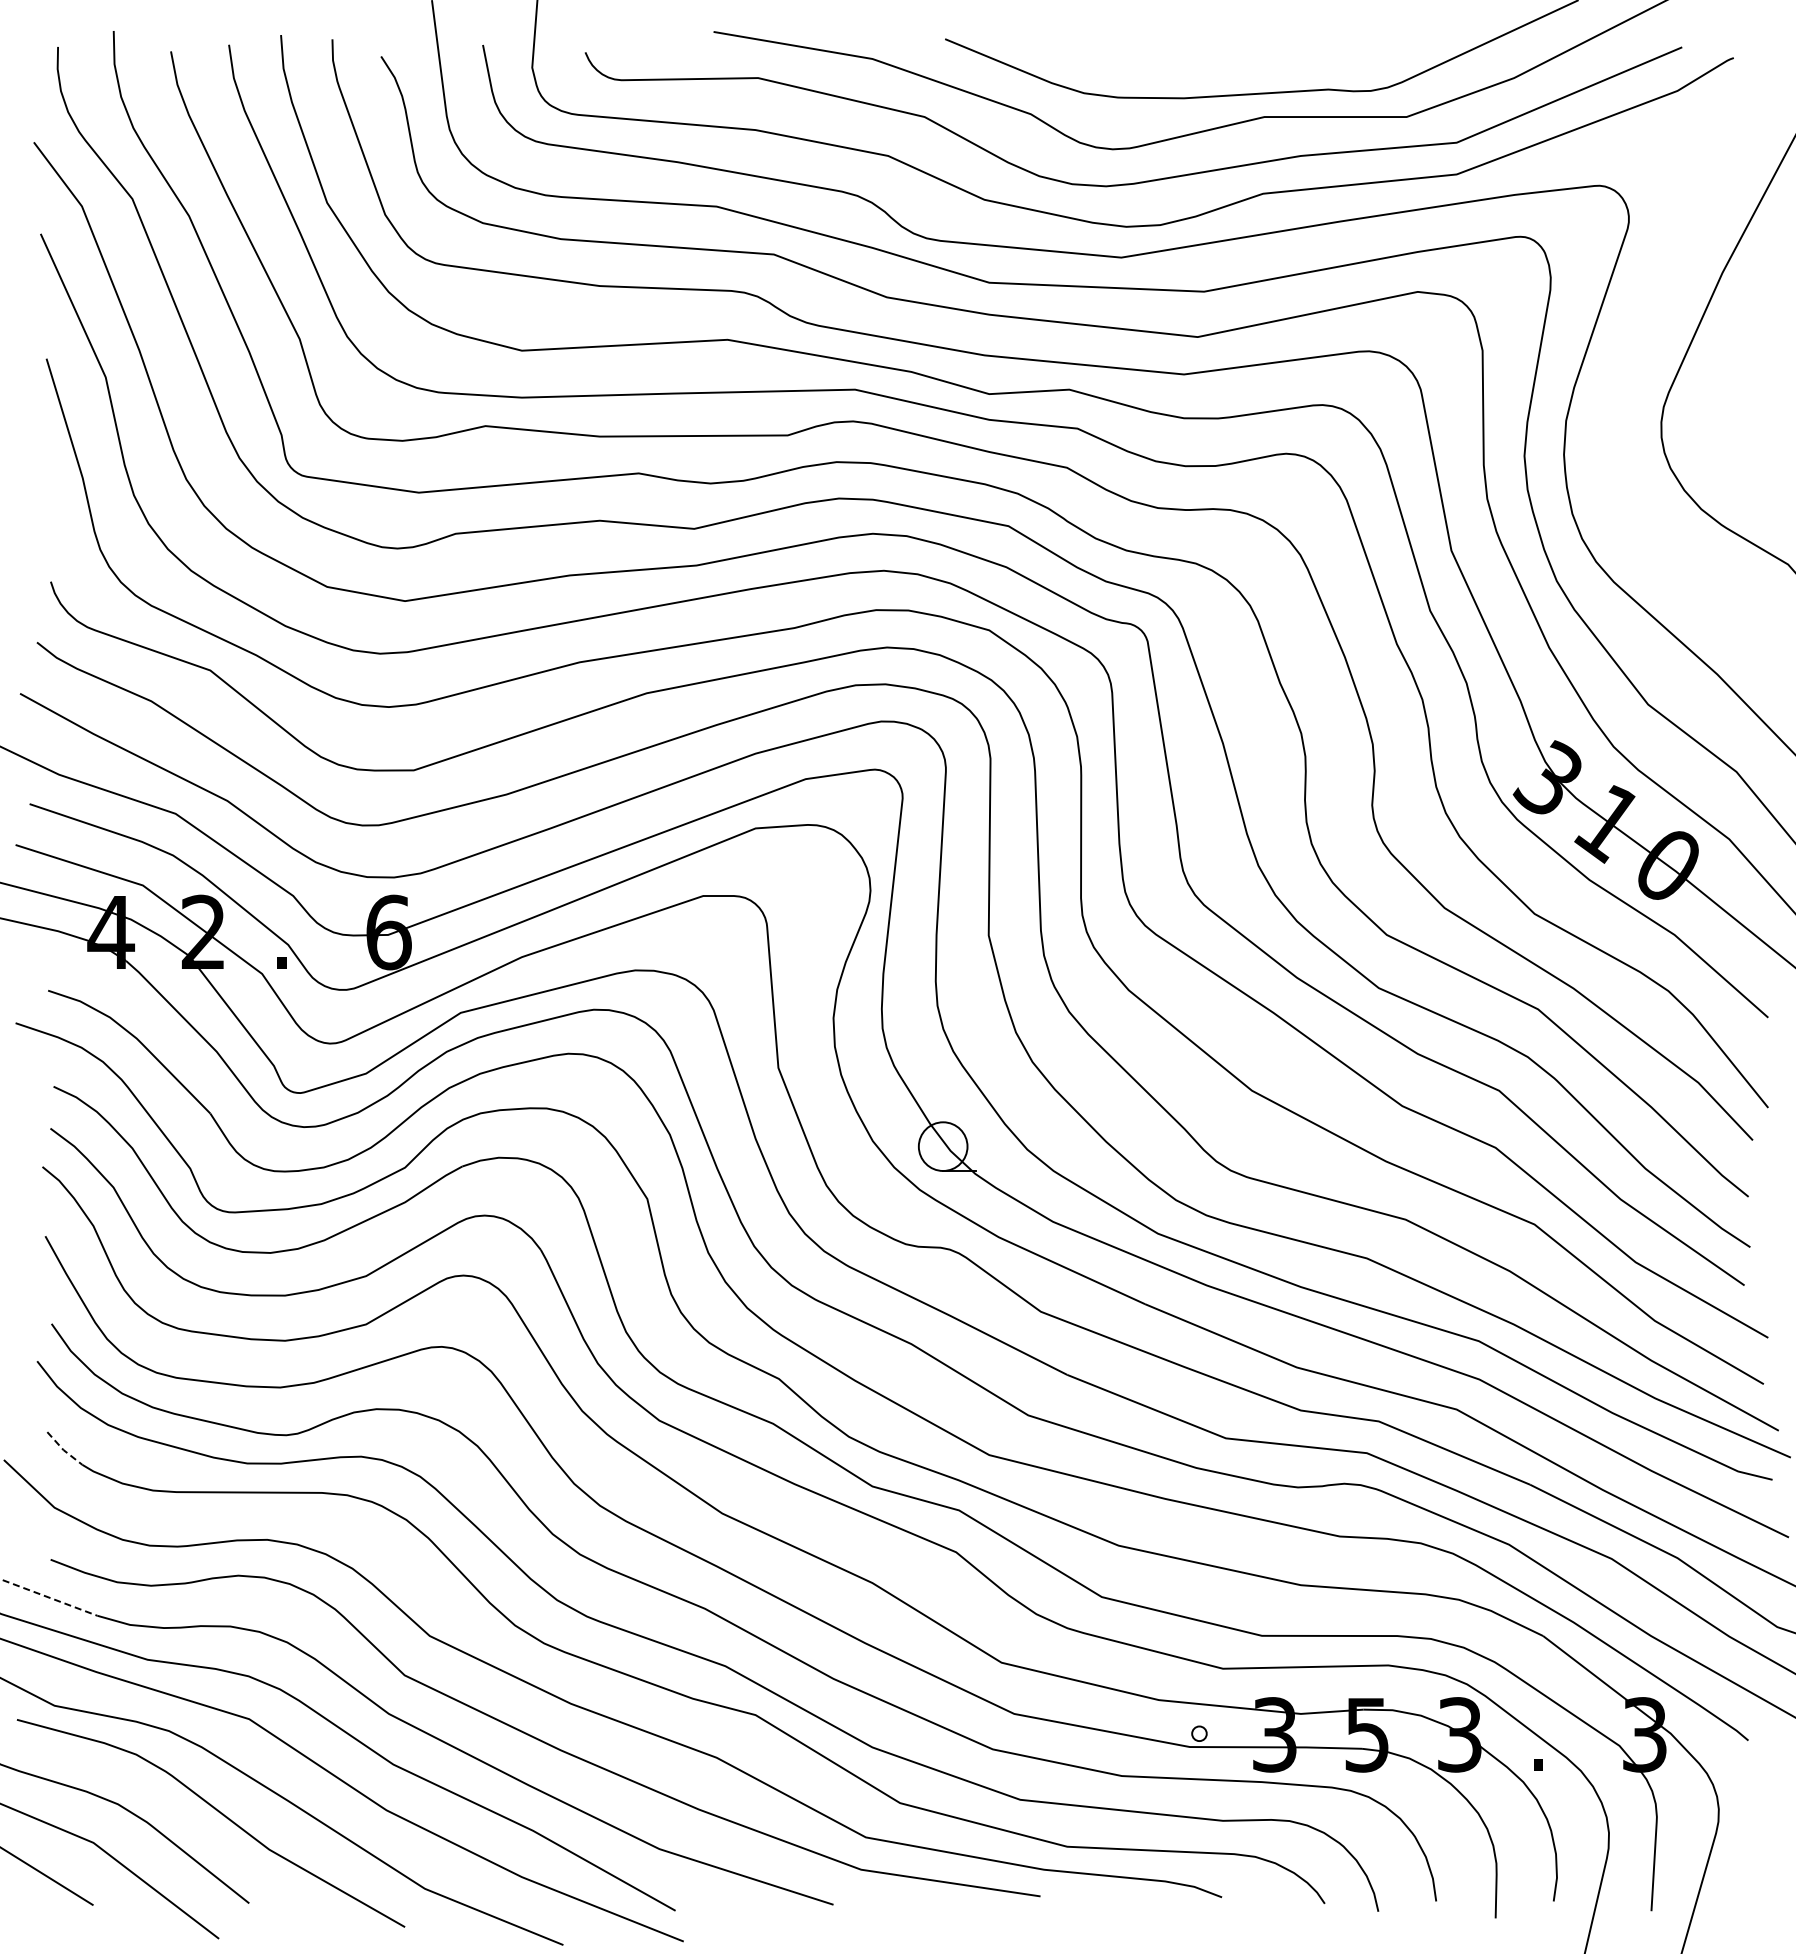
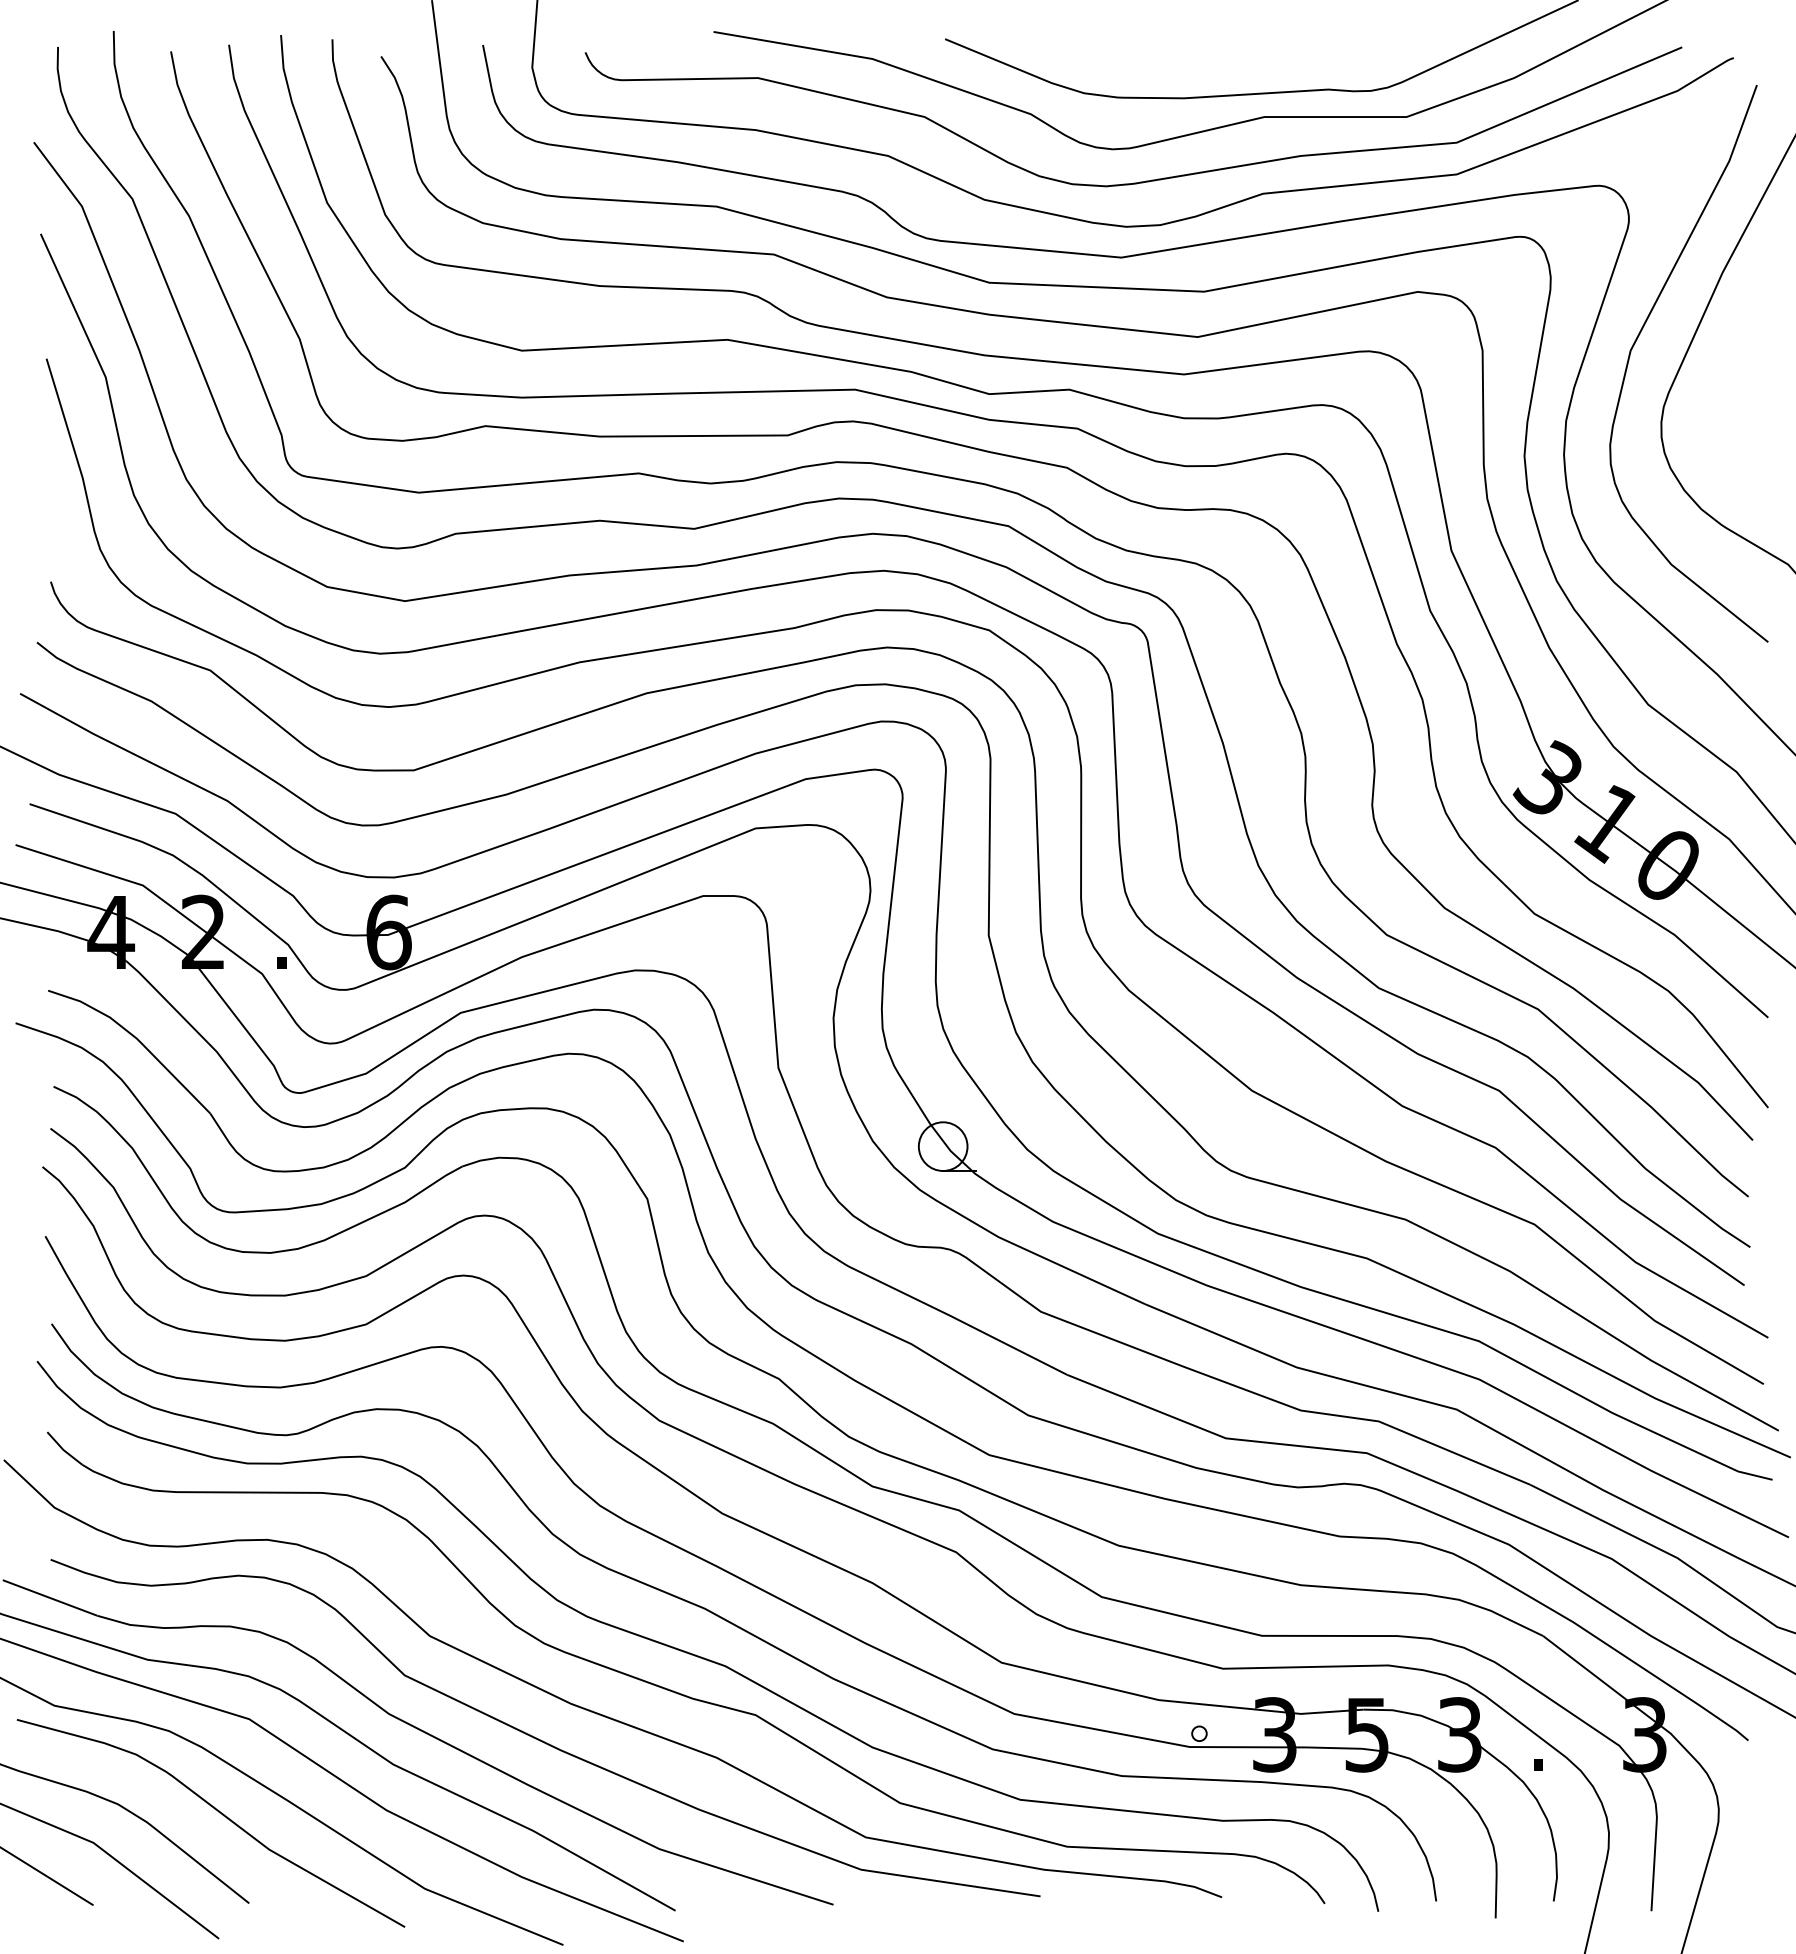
curve at (1639, 336): none -> present
line at (63, 1450): dashed -> solid
line at (50, 1597): dashed -> solid
